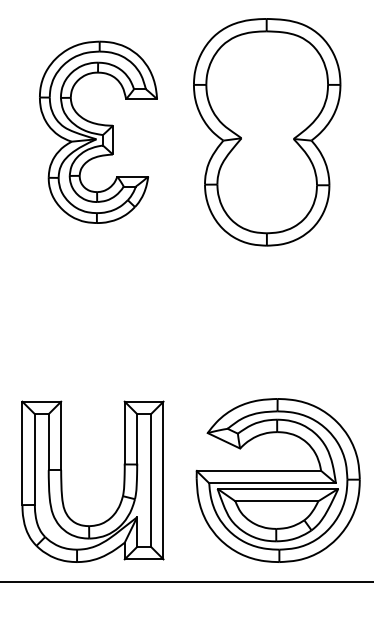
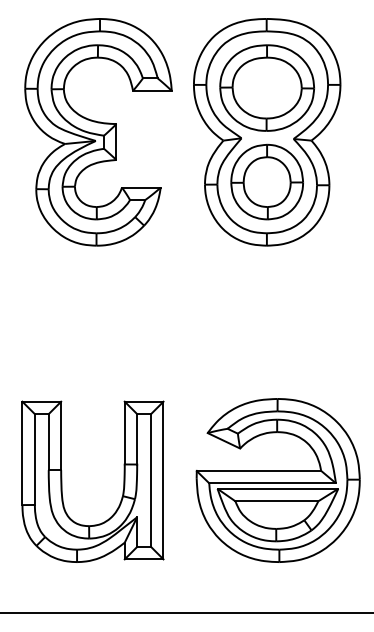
part at (267, 87): none -> present
part at (98, 131) size: 119x184 px -> 149x229 px
part at (266, 181): none -> present
line at (186, 582) position: (186, 582) -> (186, 613)
